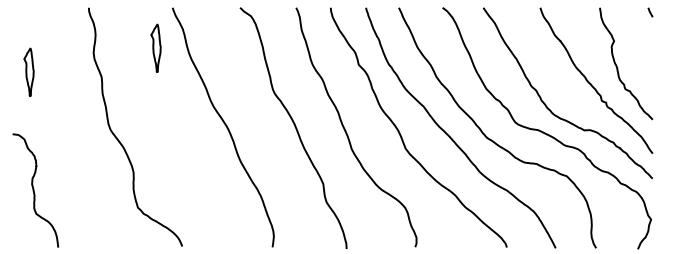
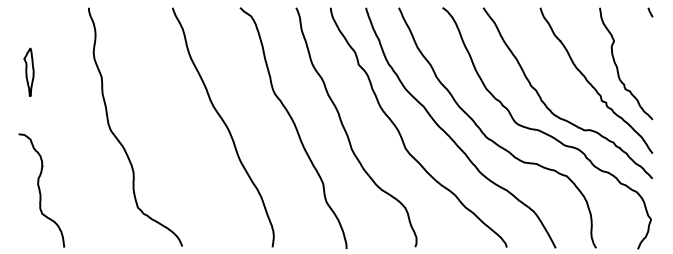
part at (155, 47): present -> none
curve at (34, 190) position: (34, 190) -> (40, 190)
